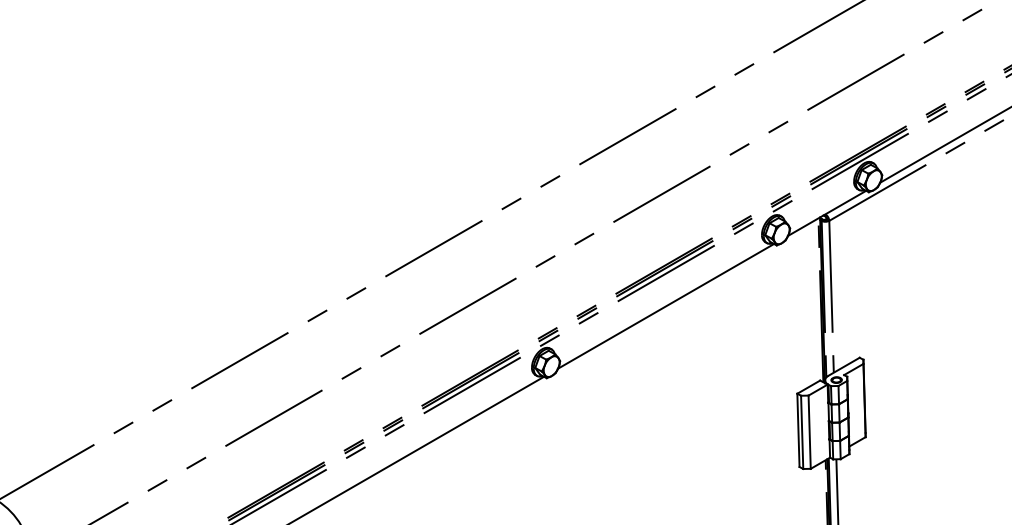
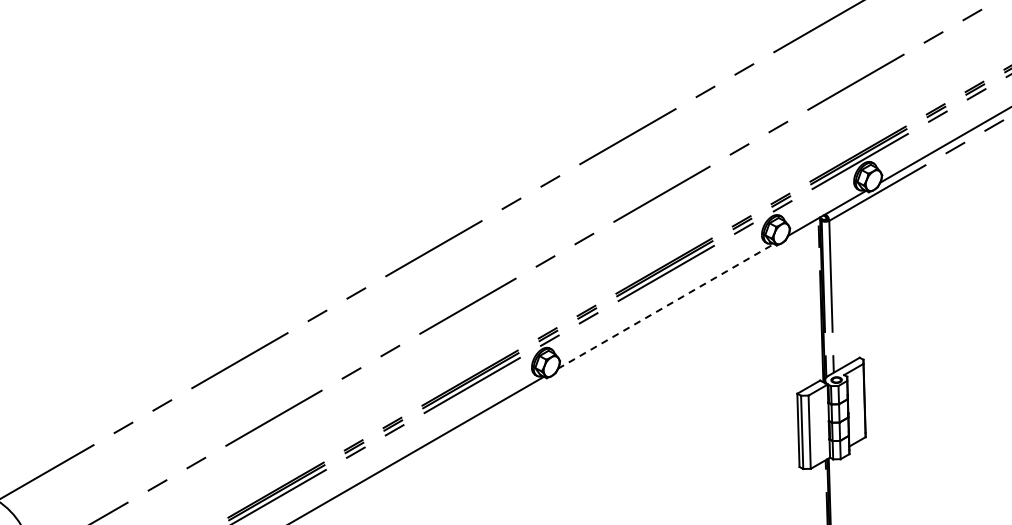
line at (666, 306): solid -> dashed
line at (837, 490): present -> none
